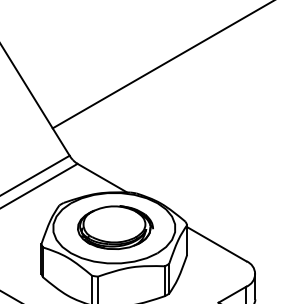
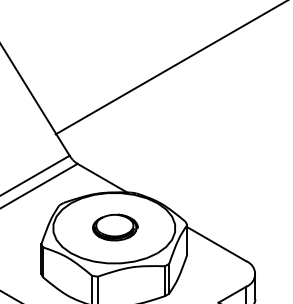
line at (161, 65) position: (161, 65) -> (169, 68)
part at (115, 227) size: 77x45 px -> 47x29 px
